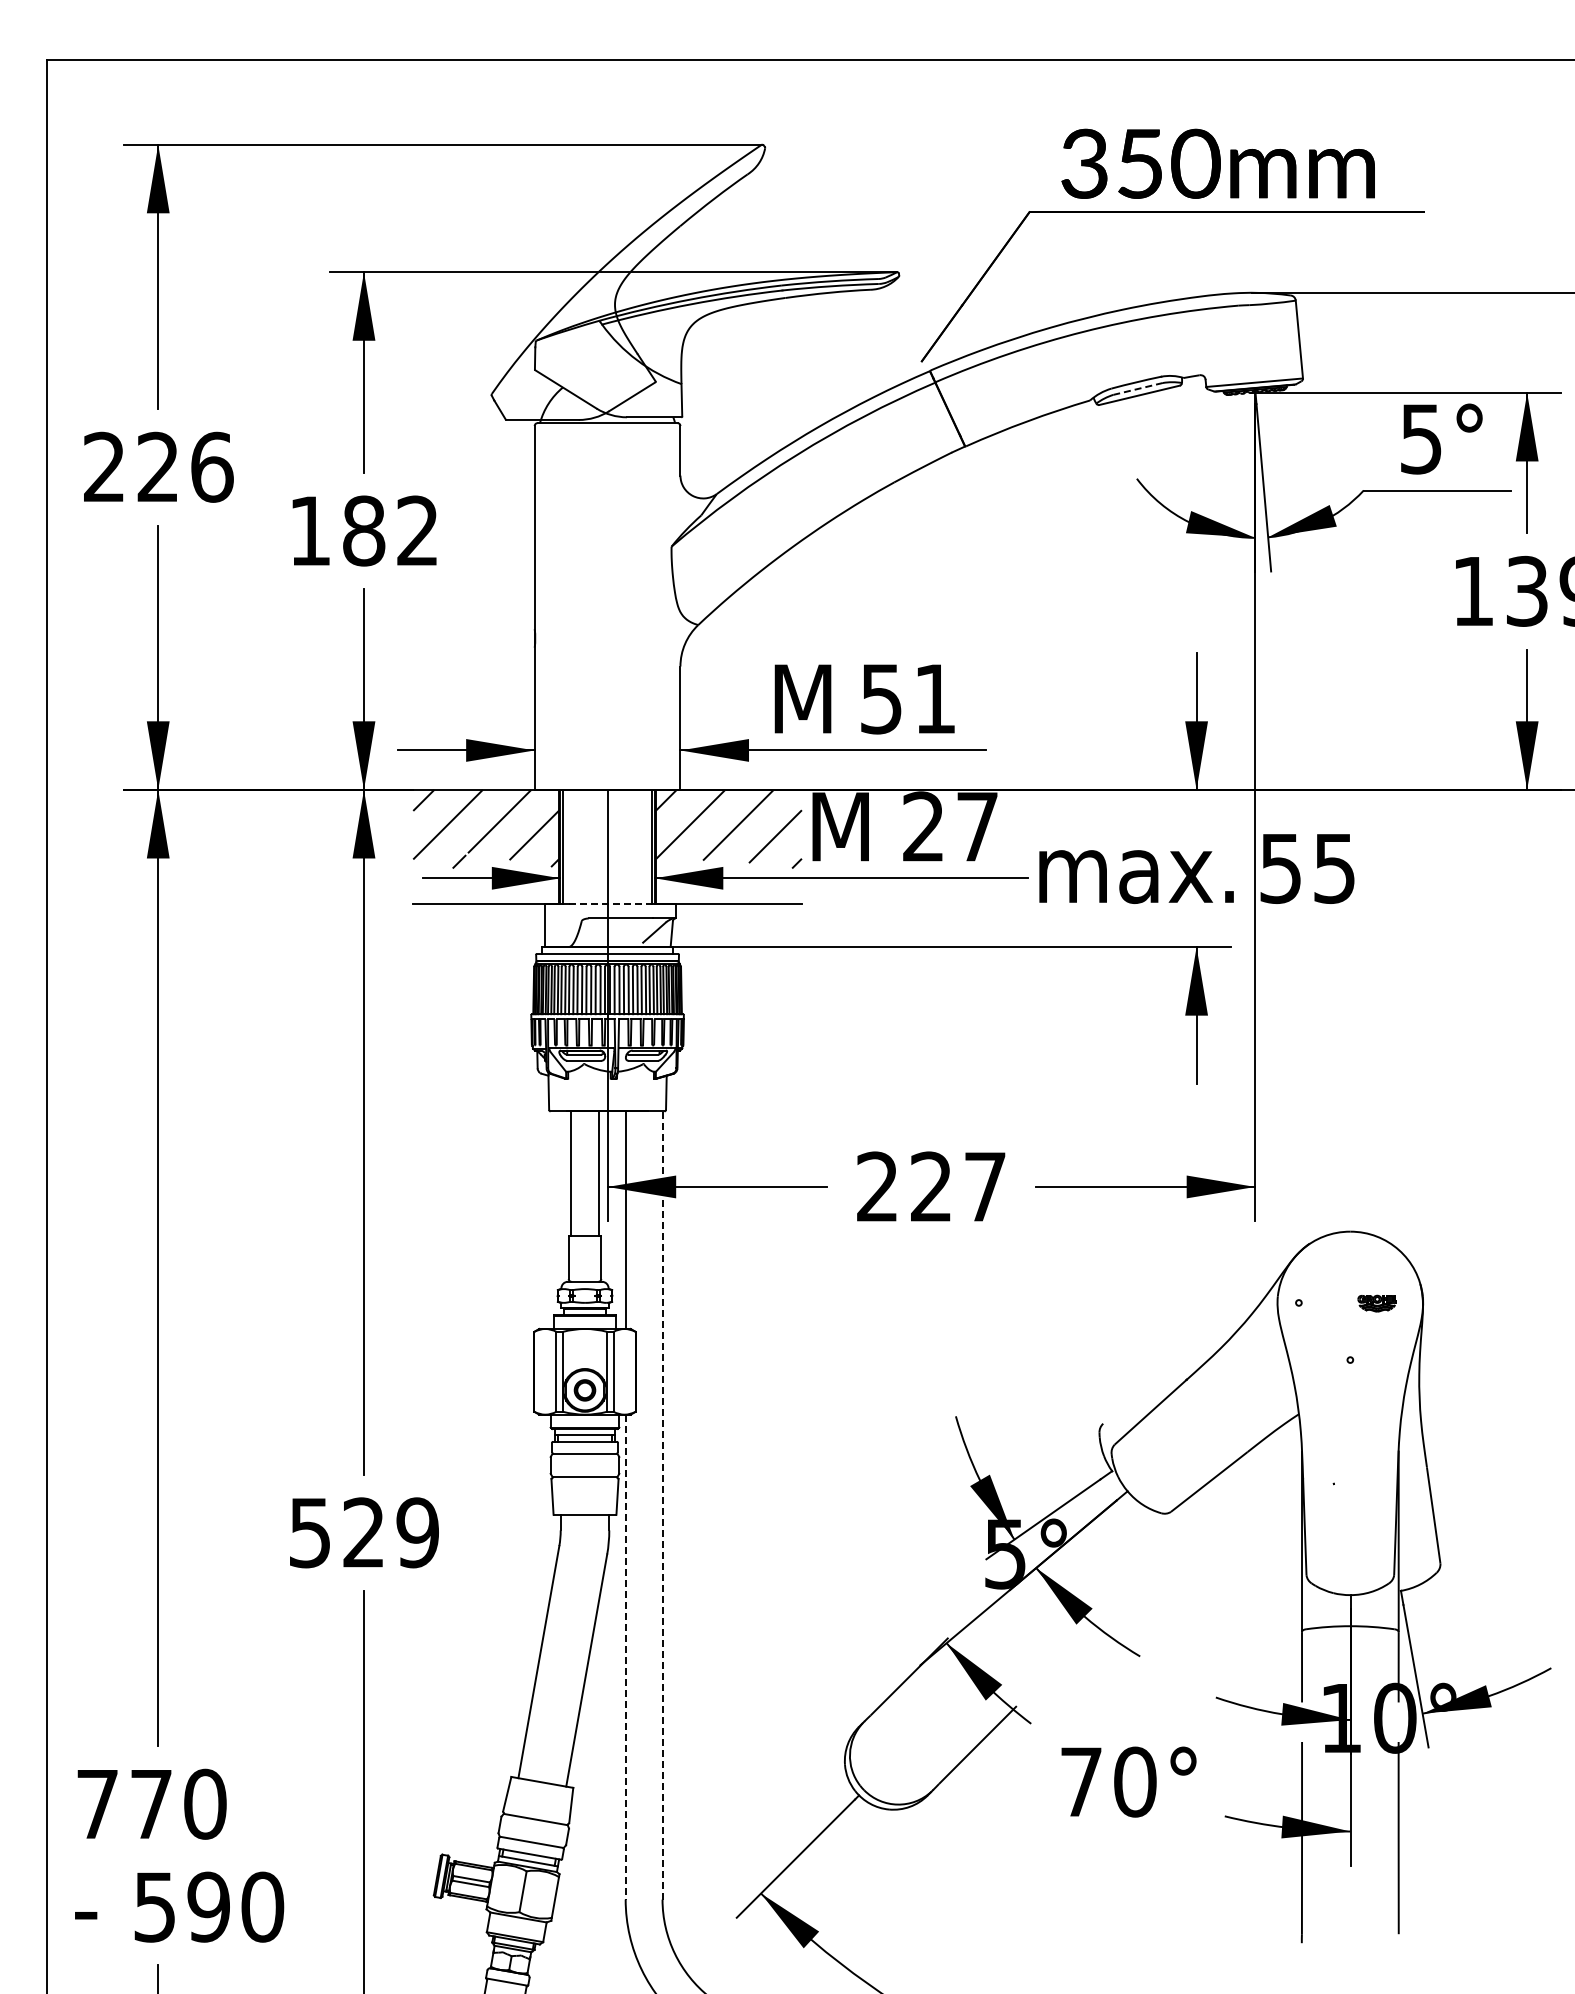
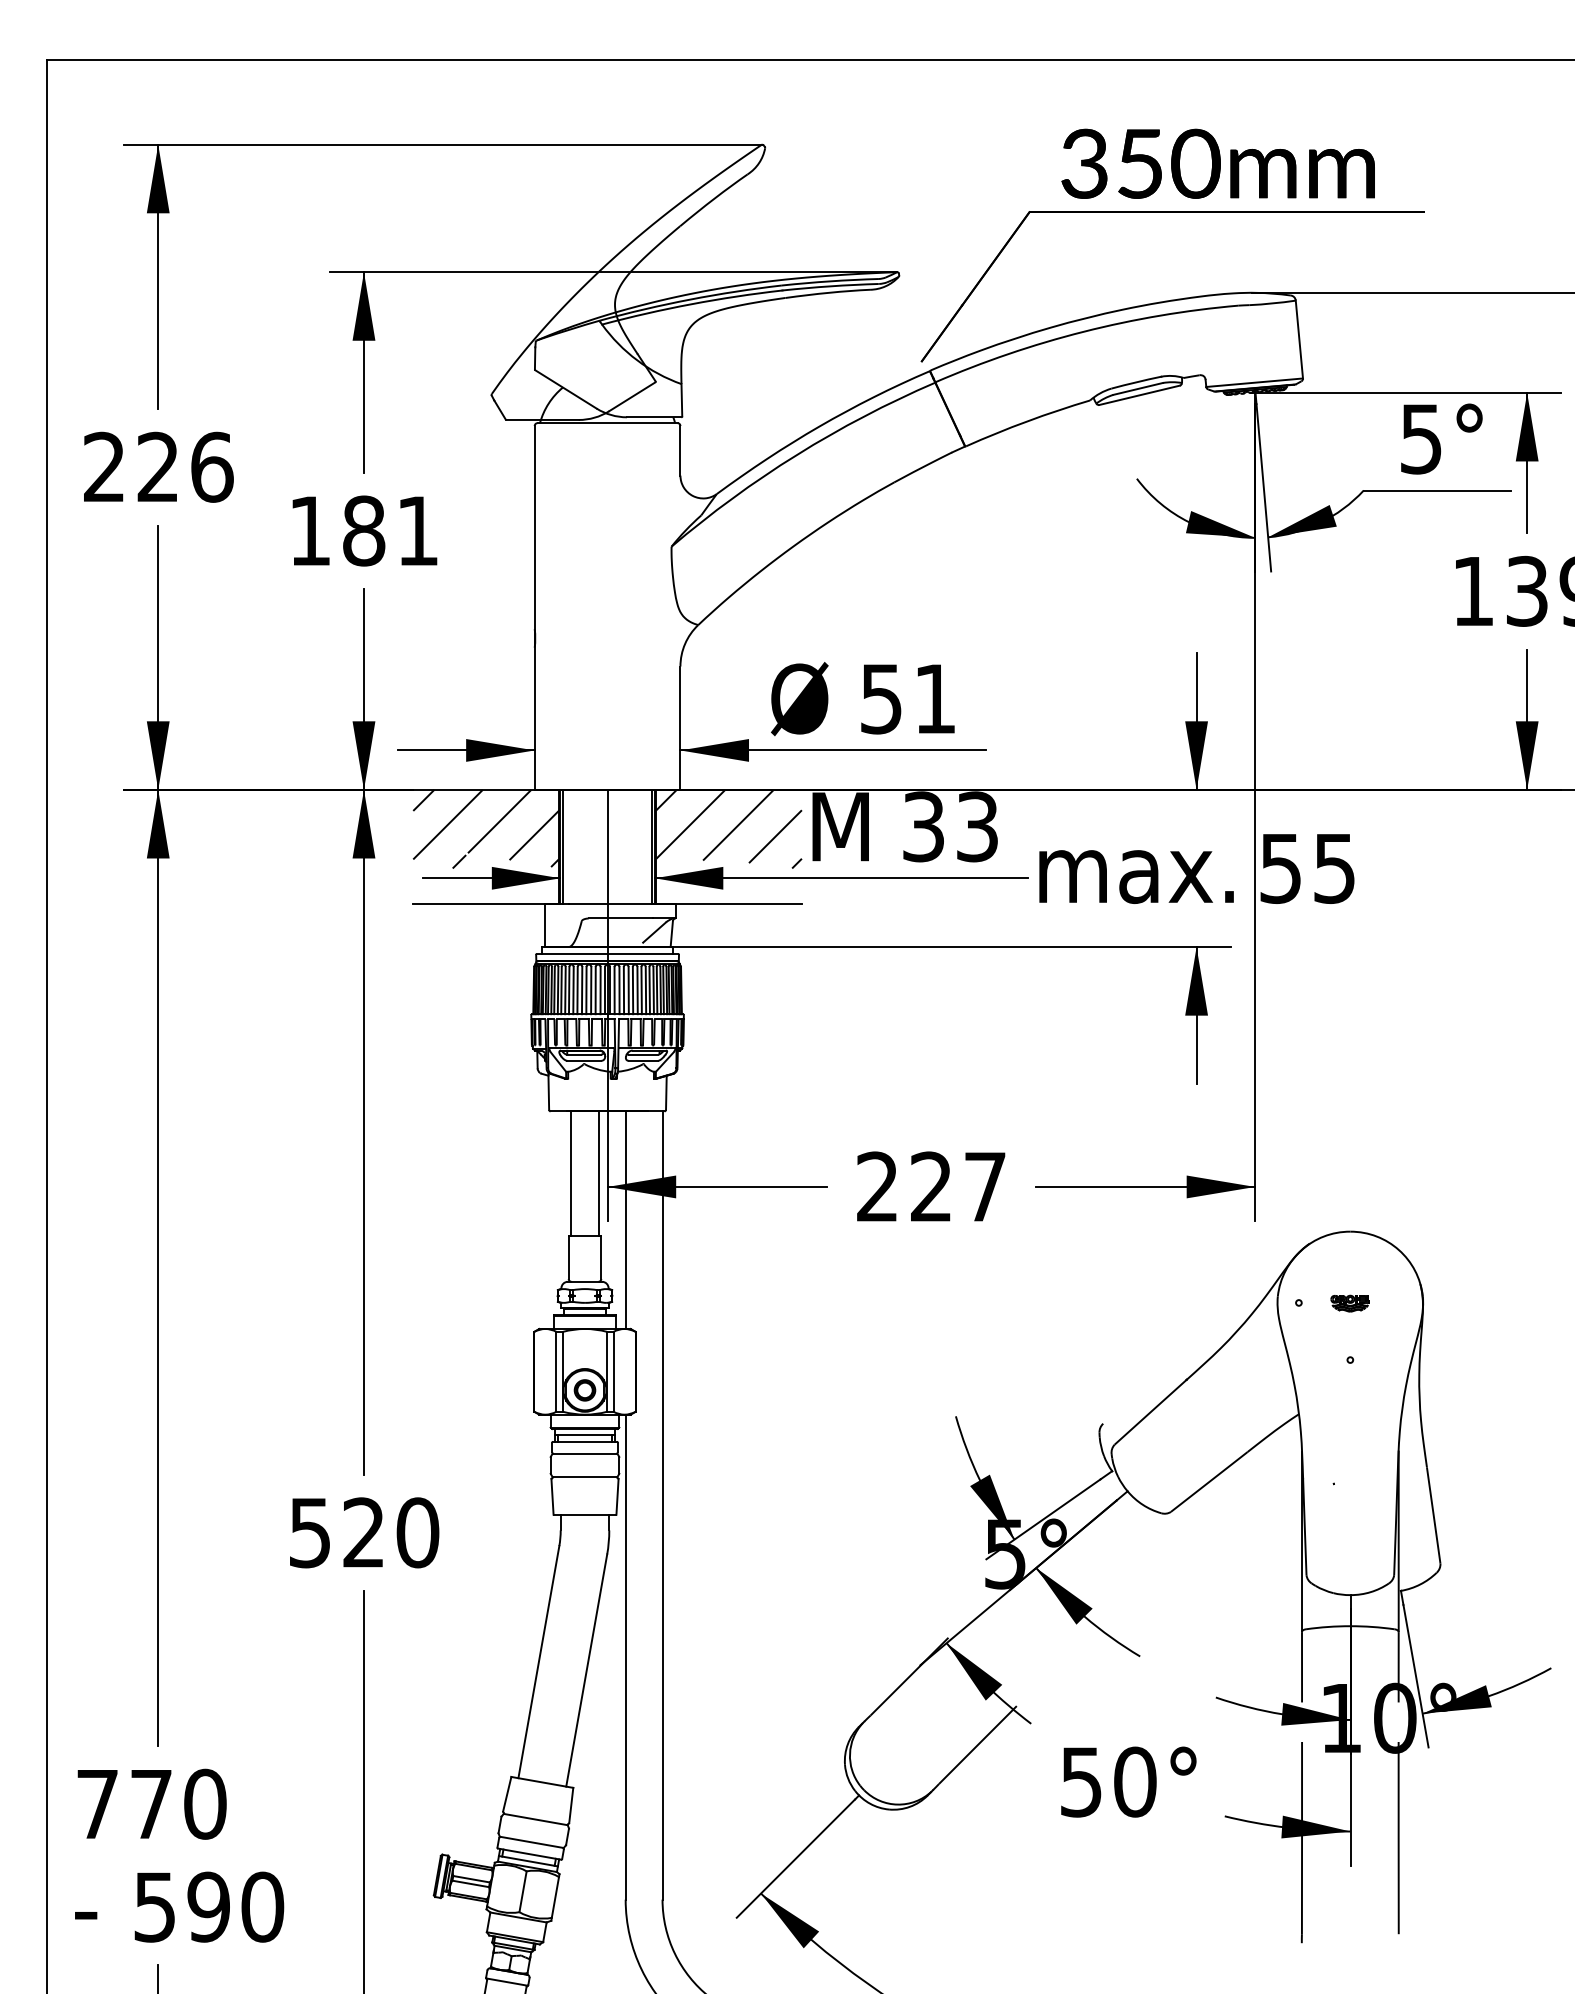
line at (1137, 389): dashed -> solid
text at (417, 530): 182 -> 181
text at (801, 699): M -> Ø
text at (950, 826): 27 -> 33
line at (611, 904): dashed -> solid
part at (1376, 1303) position: (1376, 1303) -> (1349, 1303)
line at (662, 1505): dashed -> solid
text at (417, 1532): 529 -> 520
line at (625, 1657): dashed -> solid
text at (1081, 1782): 70° -> 50°
